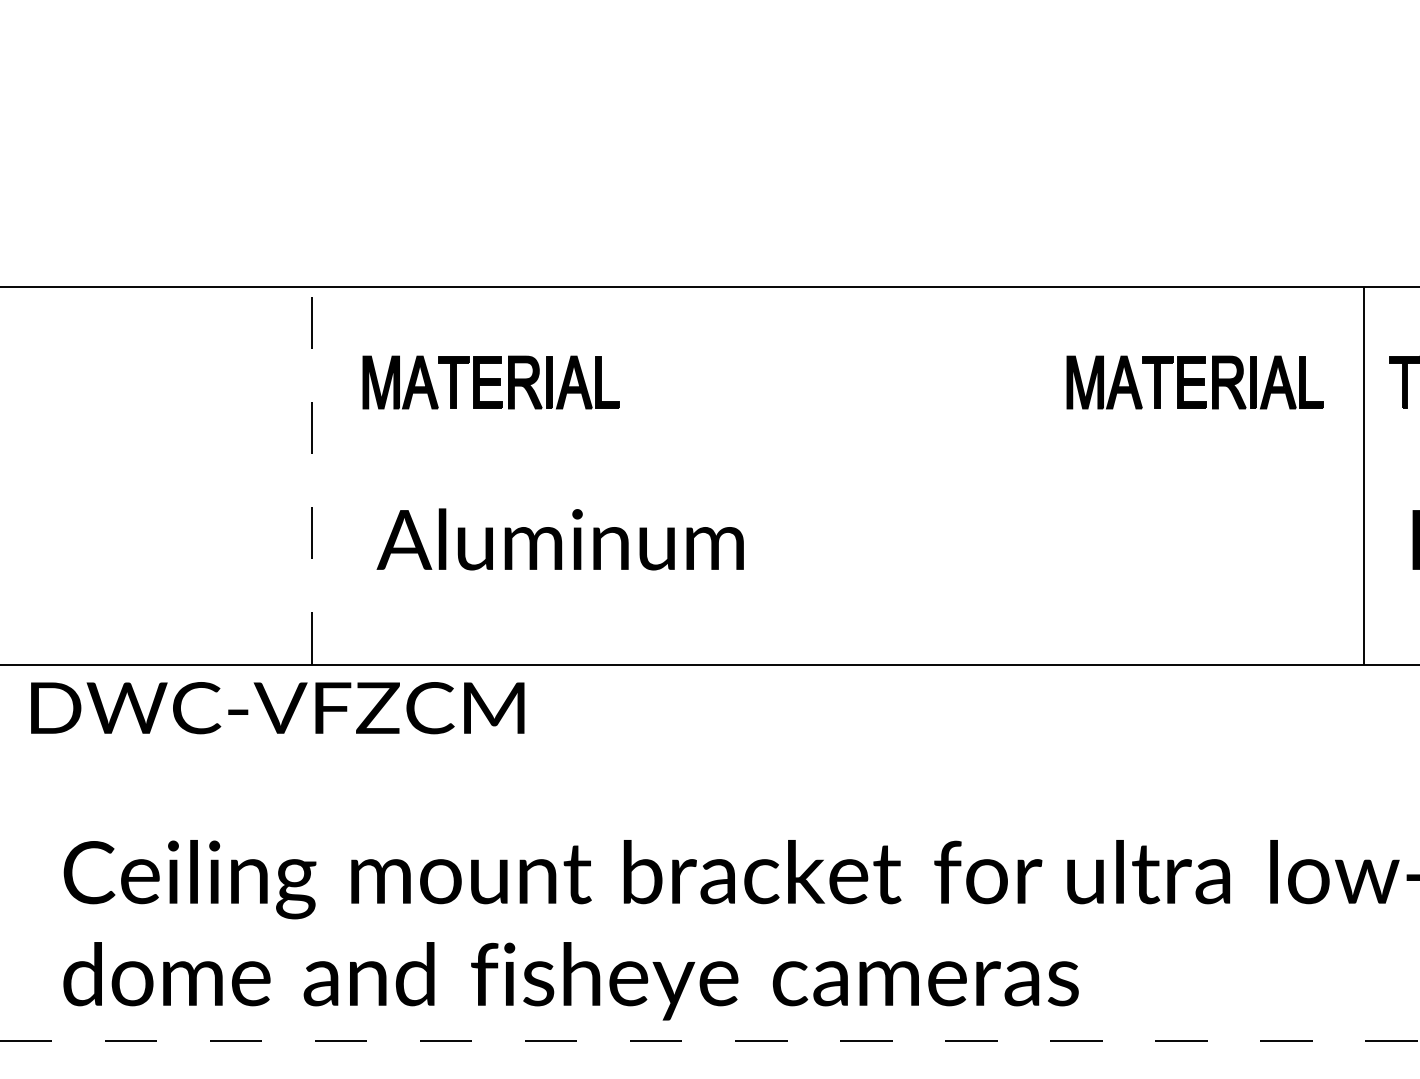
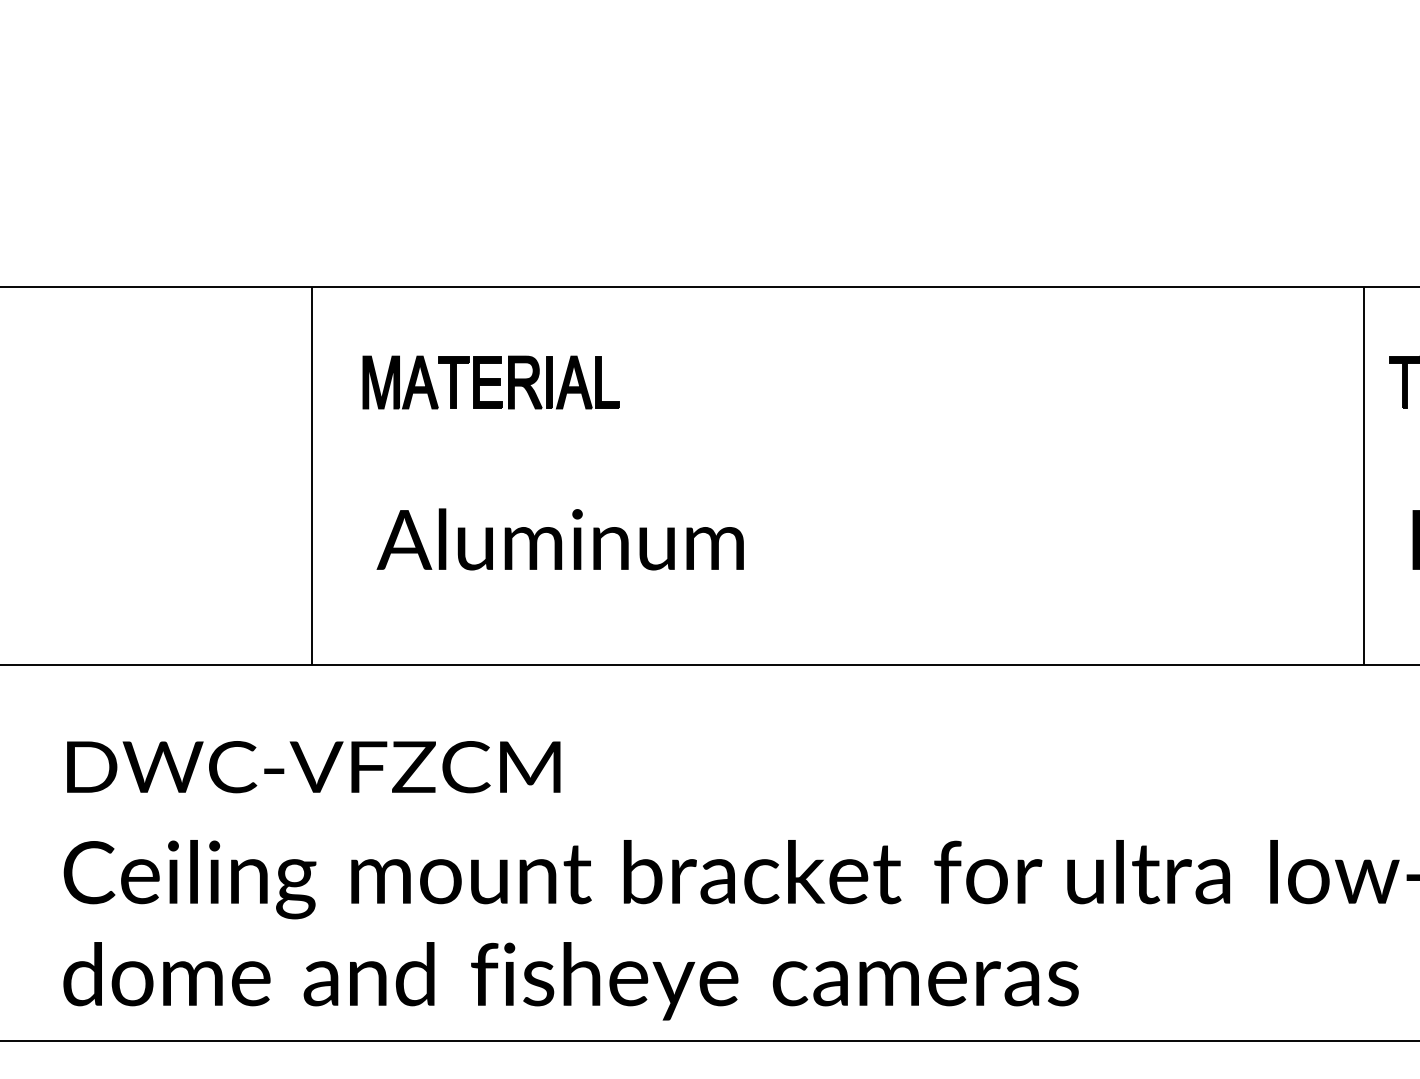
part at (1194, 382): present -> none
line at (311, 475): dashed -> solid
text at (277, 708) position: (277, 708) -> (313, 767)
line at (709, 1040): dashed -> solid
